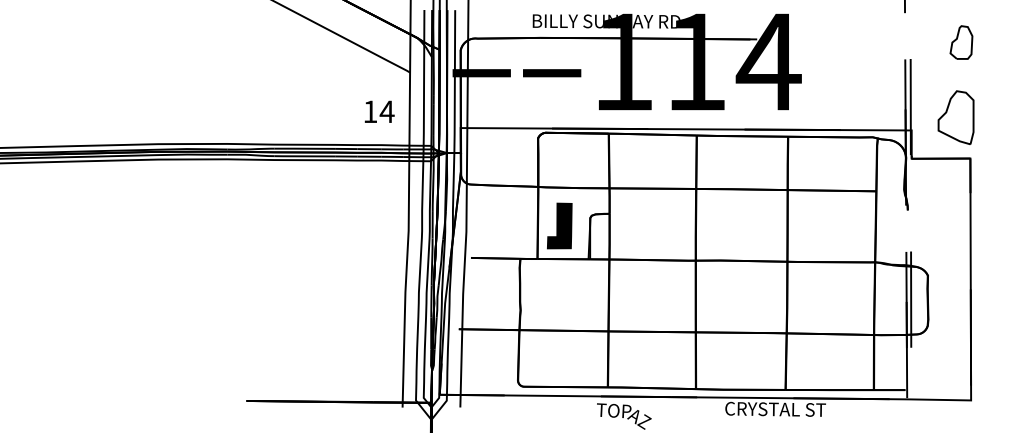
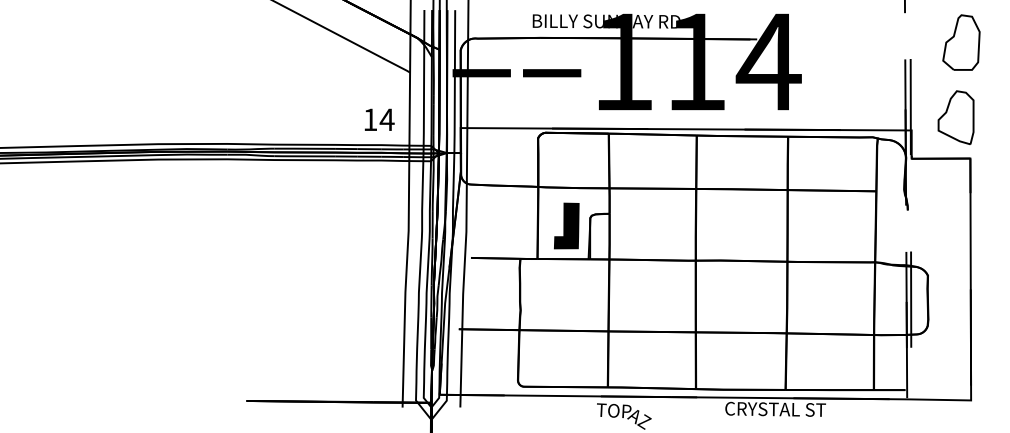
part at (961, 42) size: 25x35 px -> 39x57 px
text at (379, 111) position: (379, 111) -> (379, 119)
part at (559, 225) position: (559, 225) -> (566, 225)
